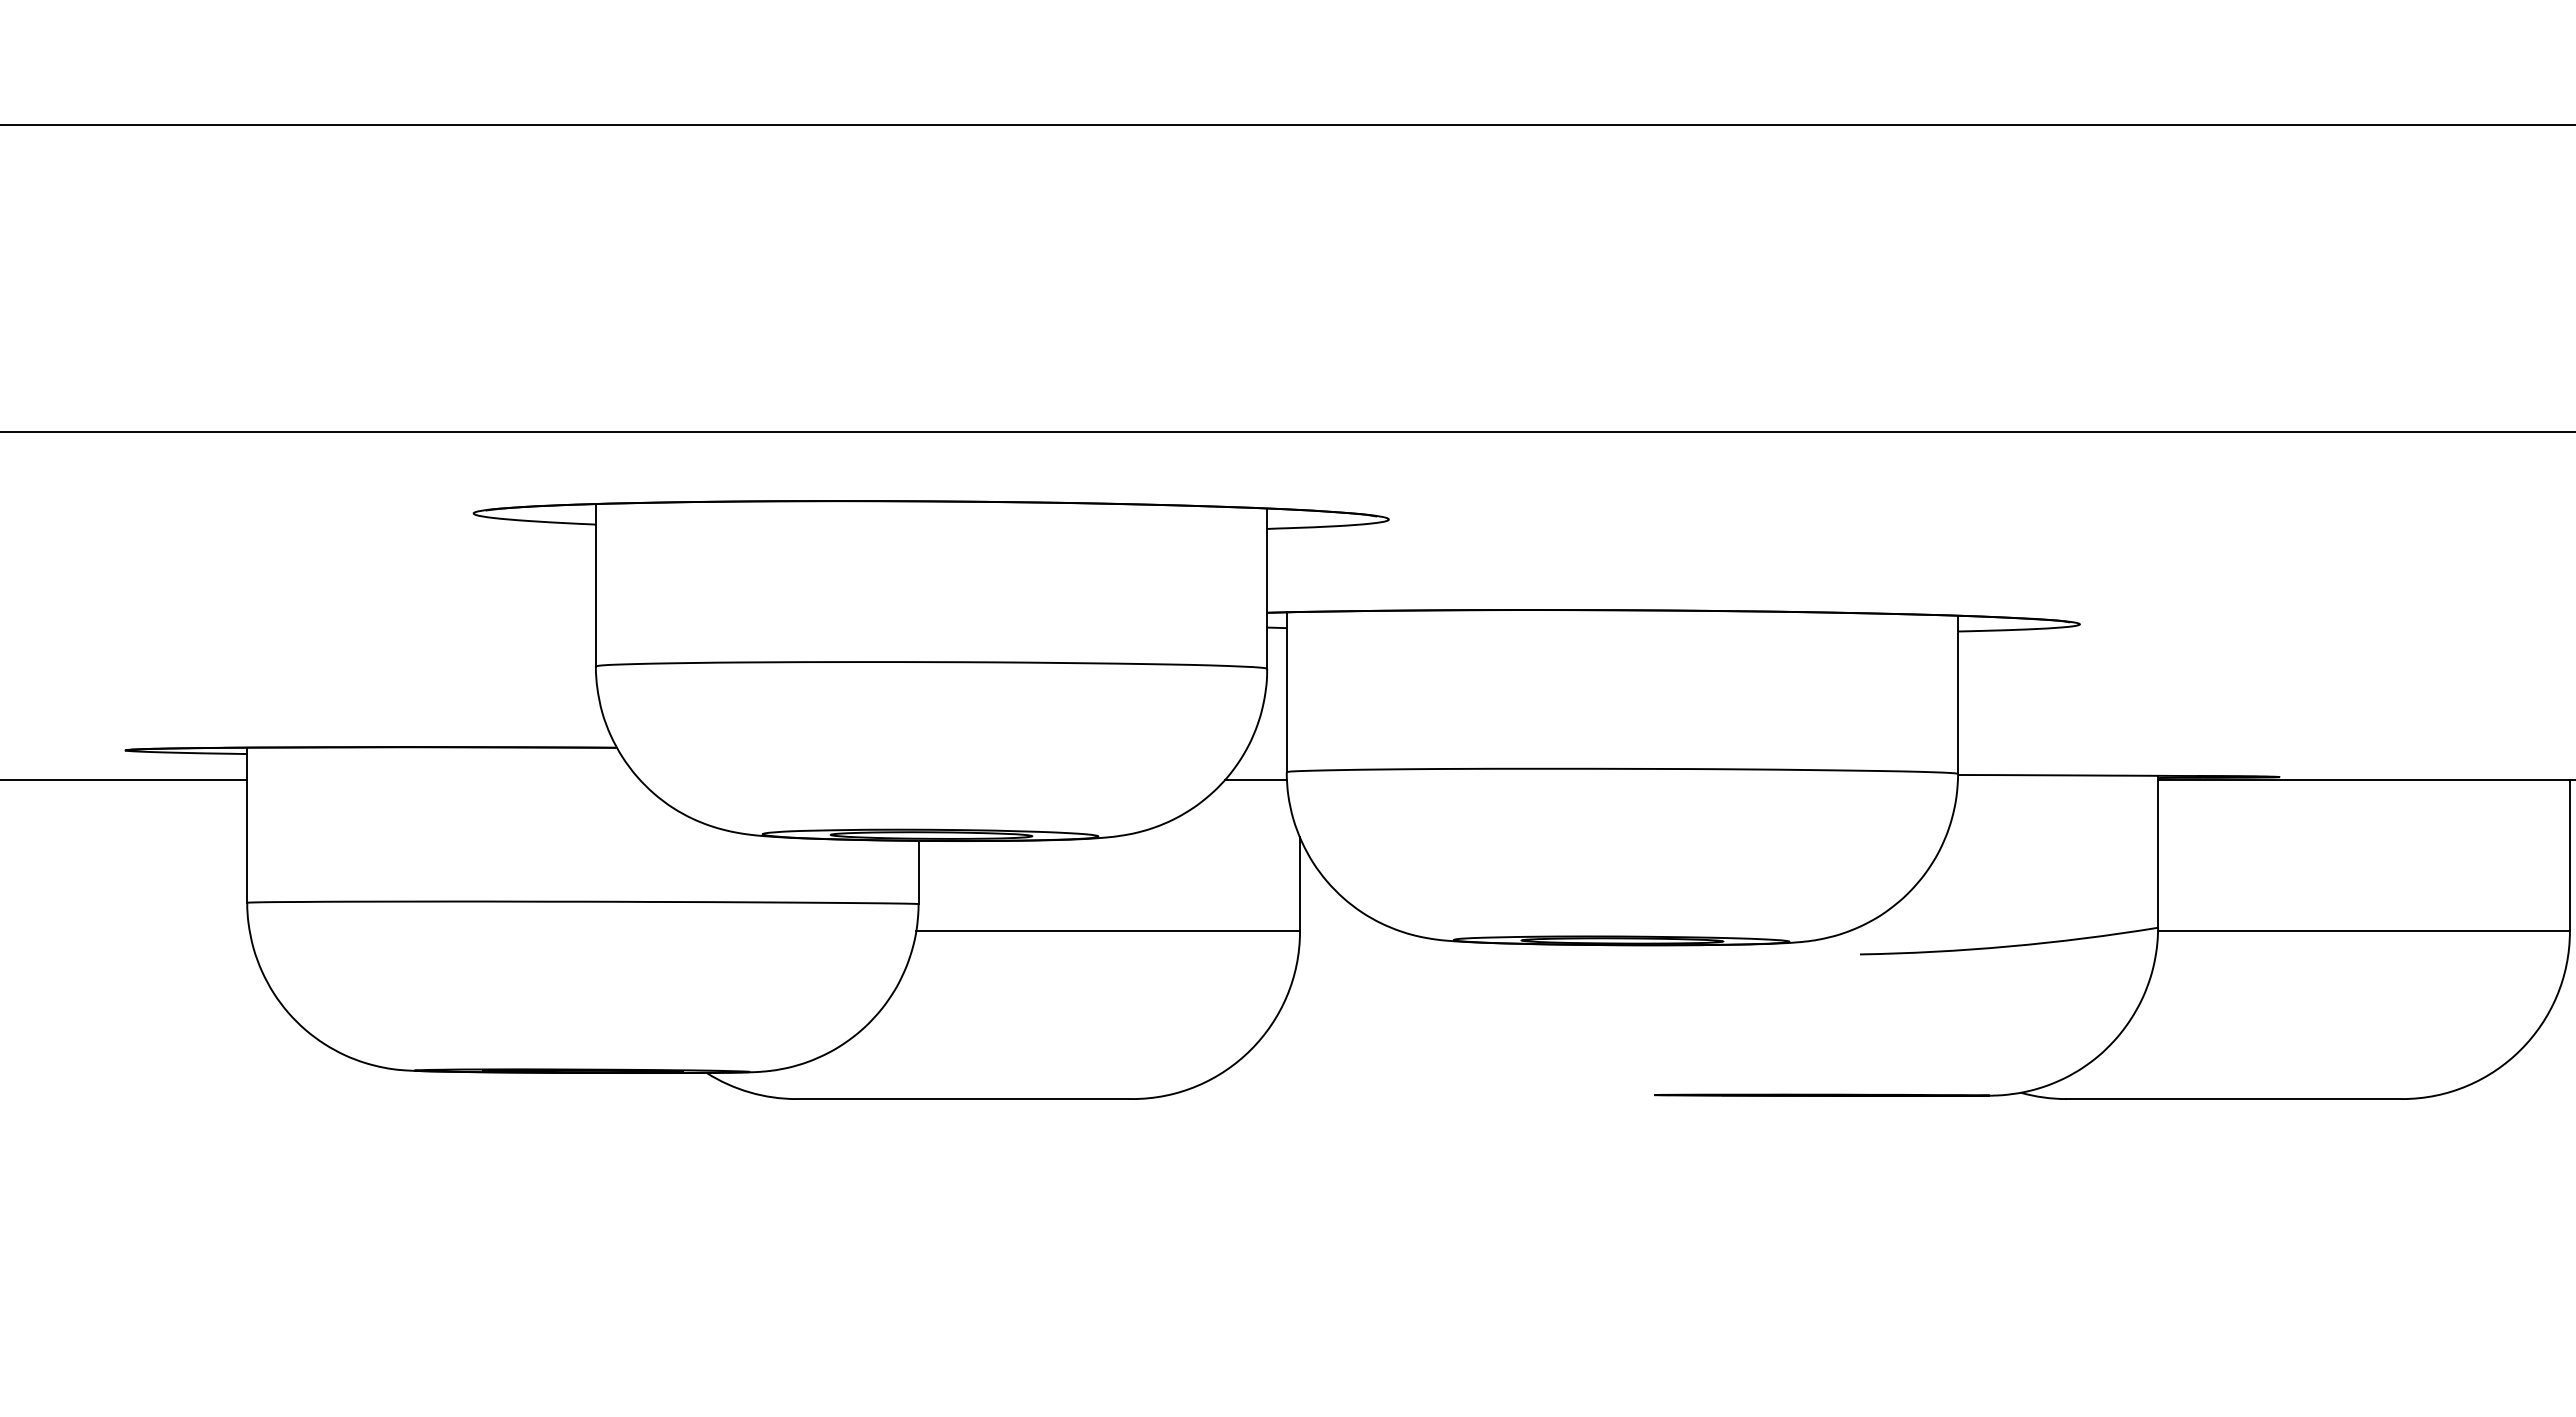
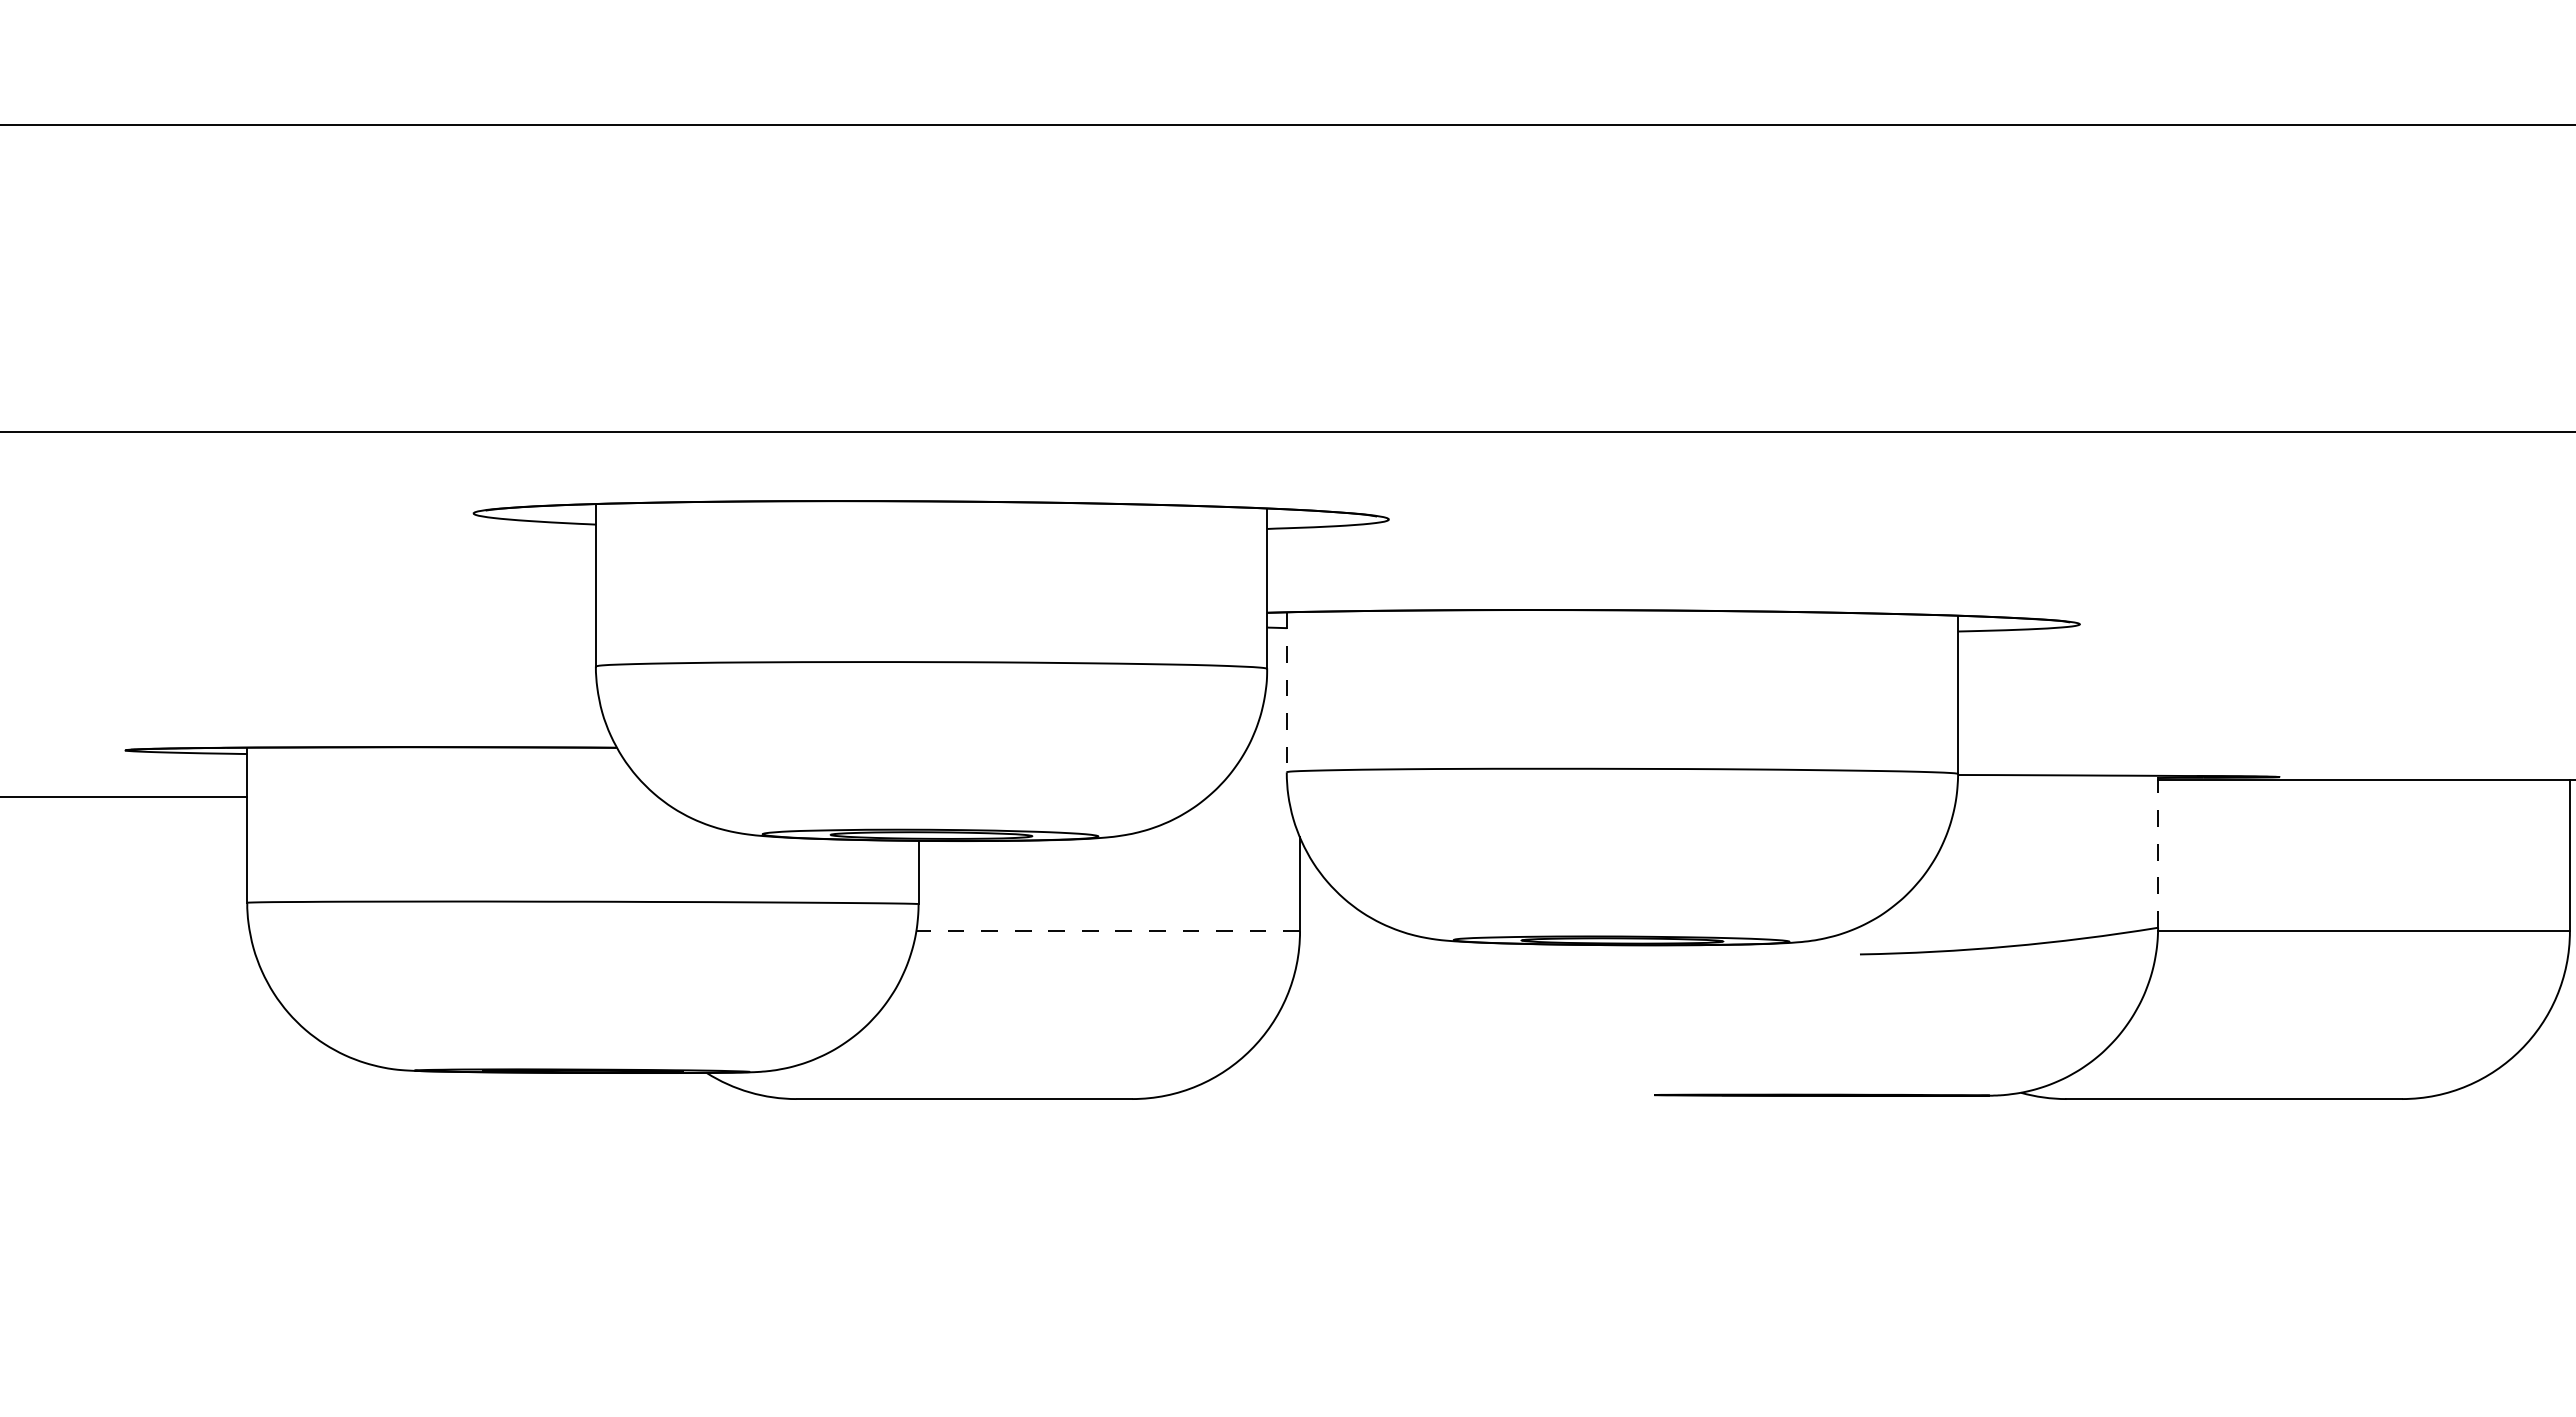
line at (1286, 692): solid -> dashed
line at (124, 780) position: (124, 780) -> (124, 797)
line at (1255, 780): present -> none
line at (2158, 851): solid -> dashed
line at (1108, 931): solid -> dashed
